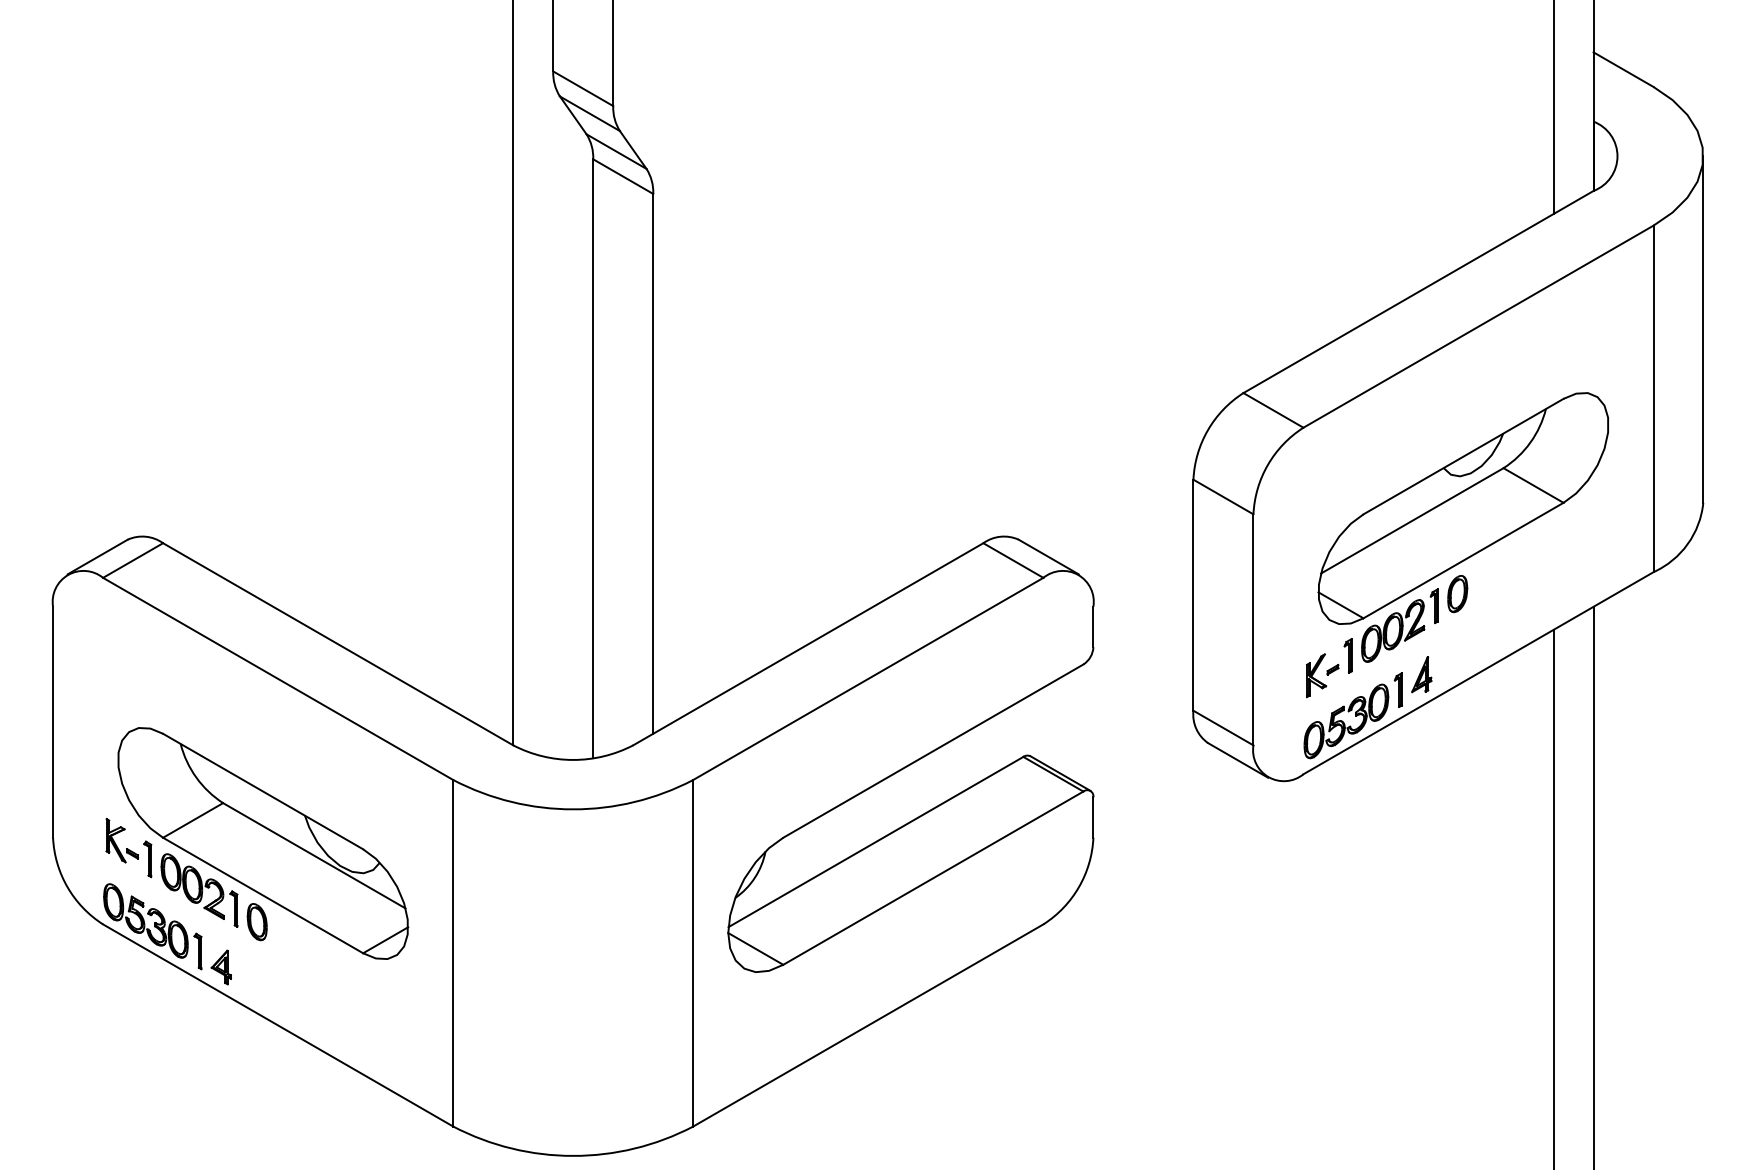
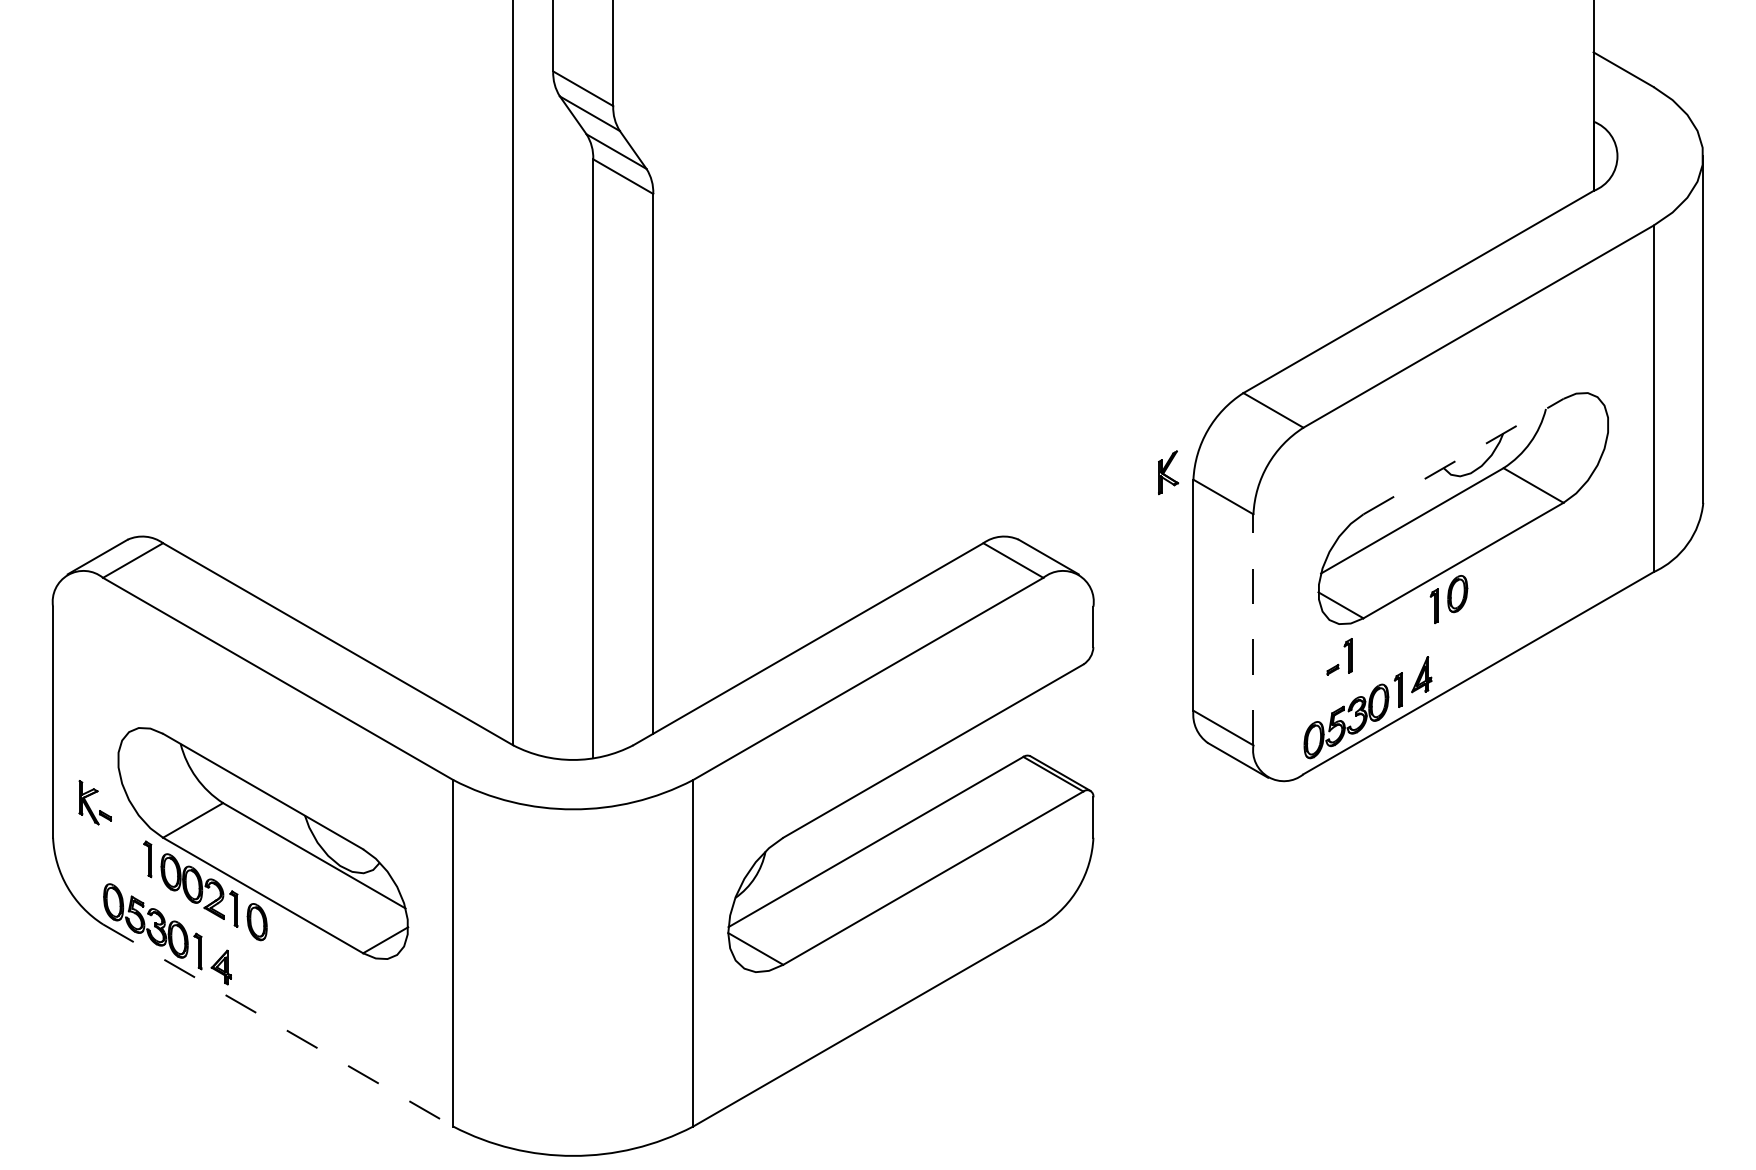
line at (1553, 108): present -> none
line at (1463, 456): solid -> dashed
line at (1253, 629): solid -> dashed
part at (1393, 630): present -> none
part at (1316, 675) position: (1316, 675) -> (1168, 472)
part at (115, 842) position: (115, 842) -> (88, 804)
line at (1593, 886): present -> none
line at (1553, 897): present -> none
line at (278, 1025): solid -> dashed
